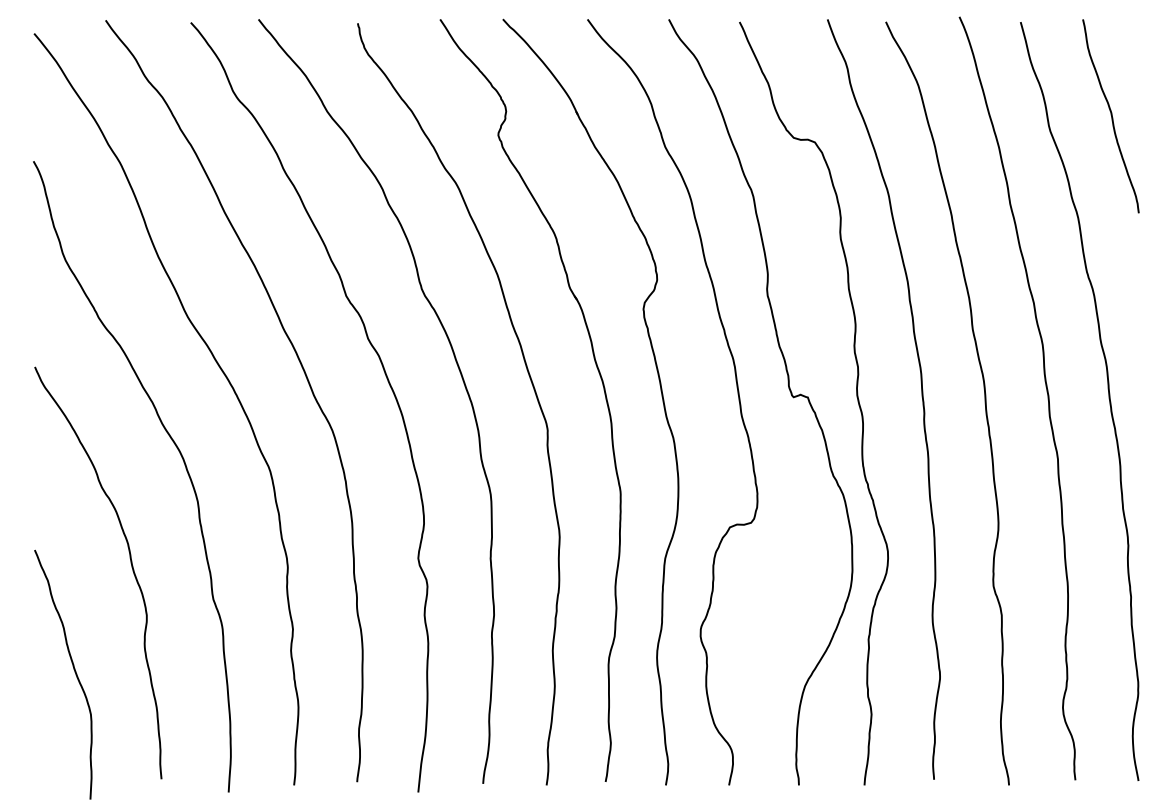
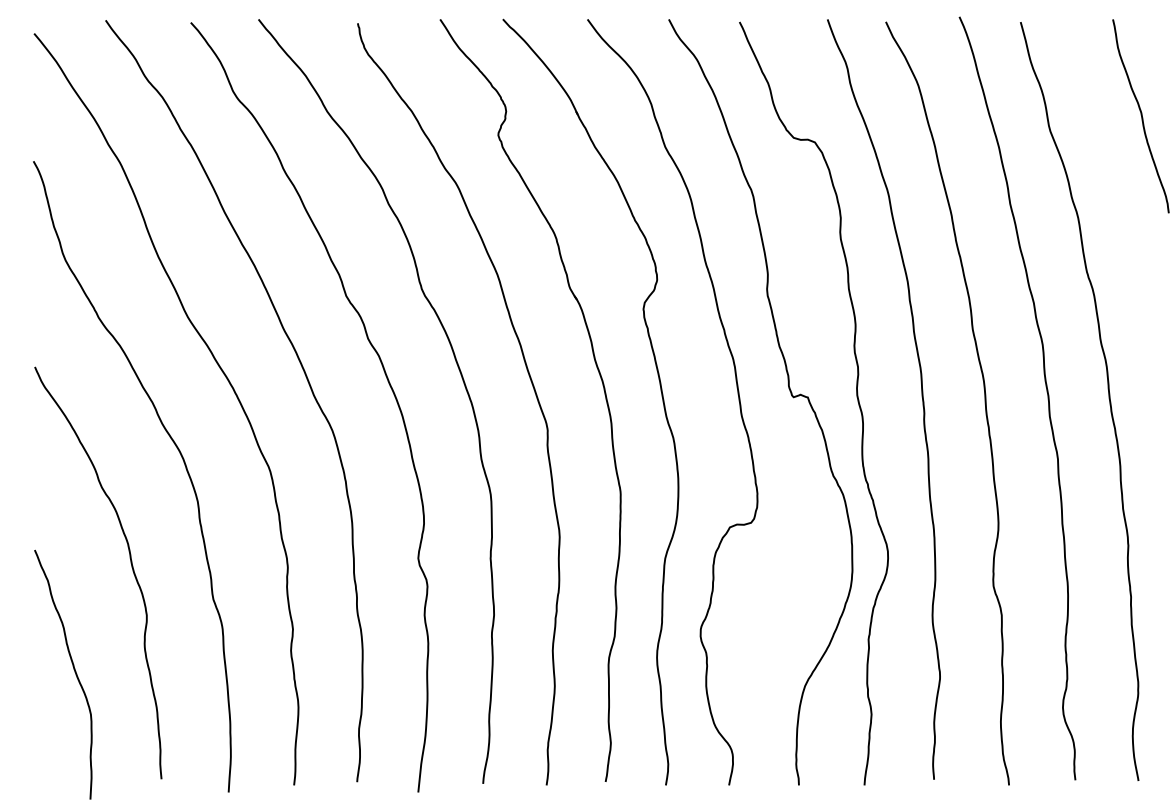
curve at (1110, 115) position: (1110, 115) -> (1140, 115)
